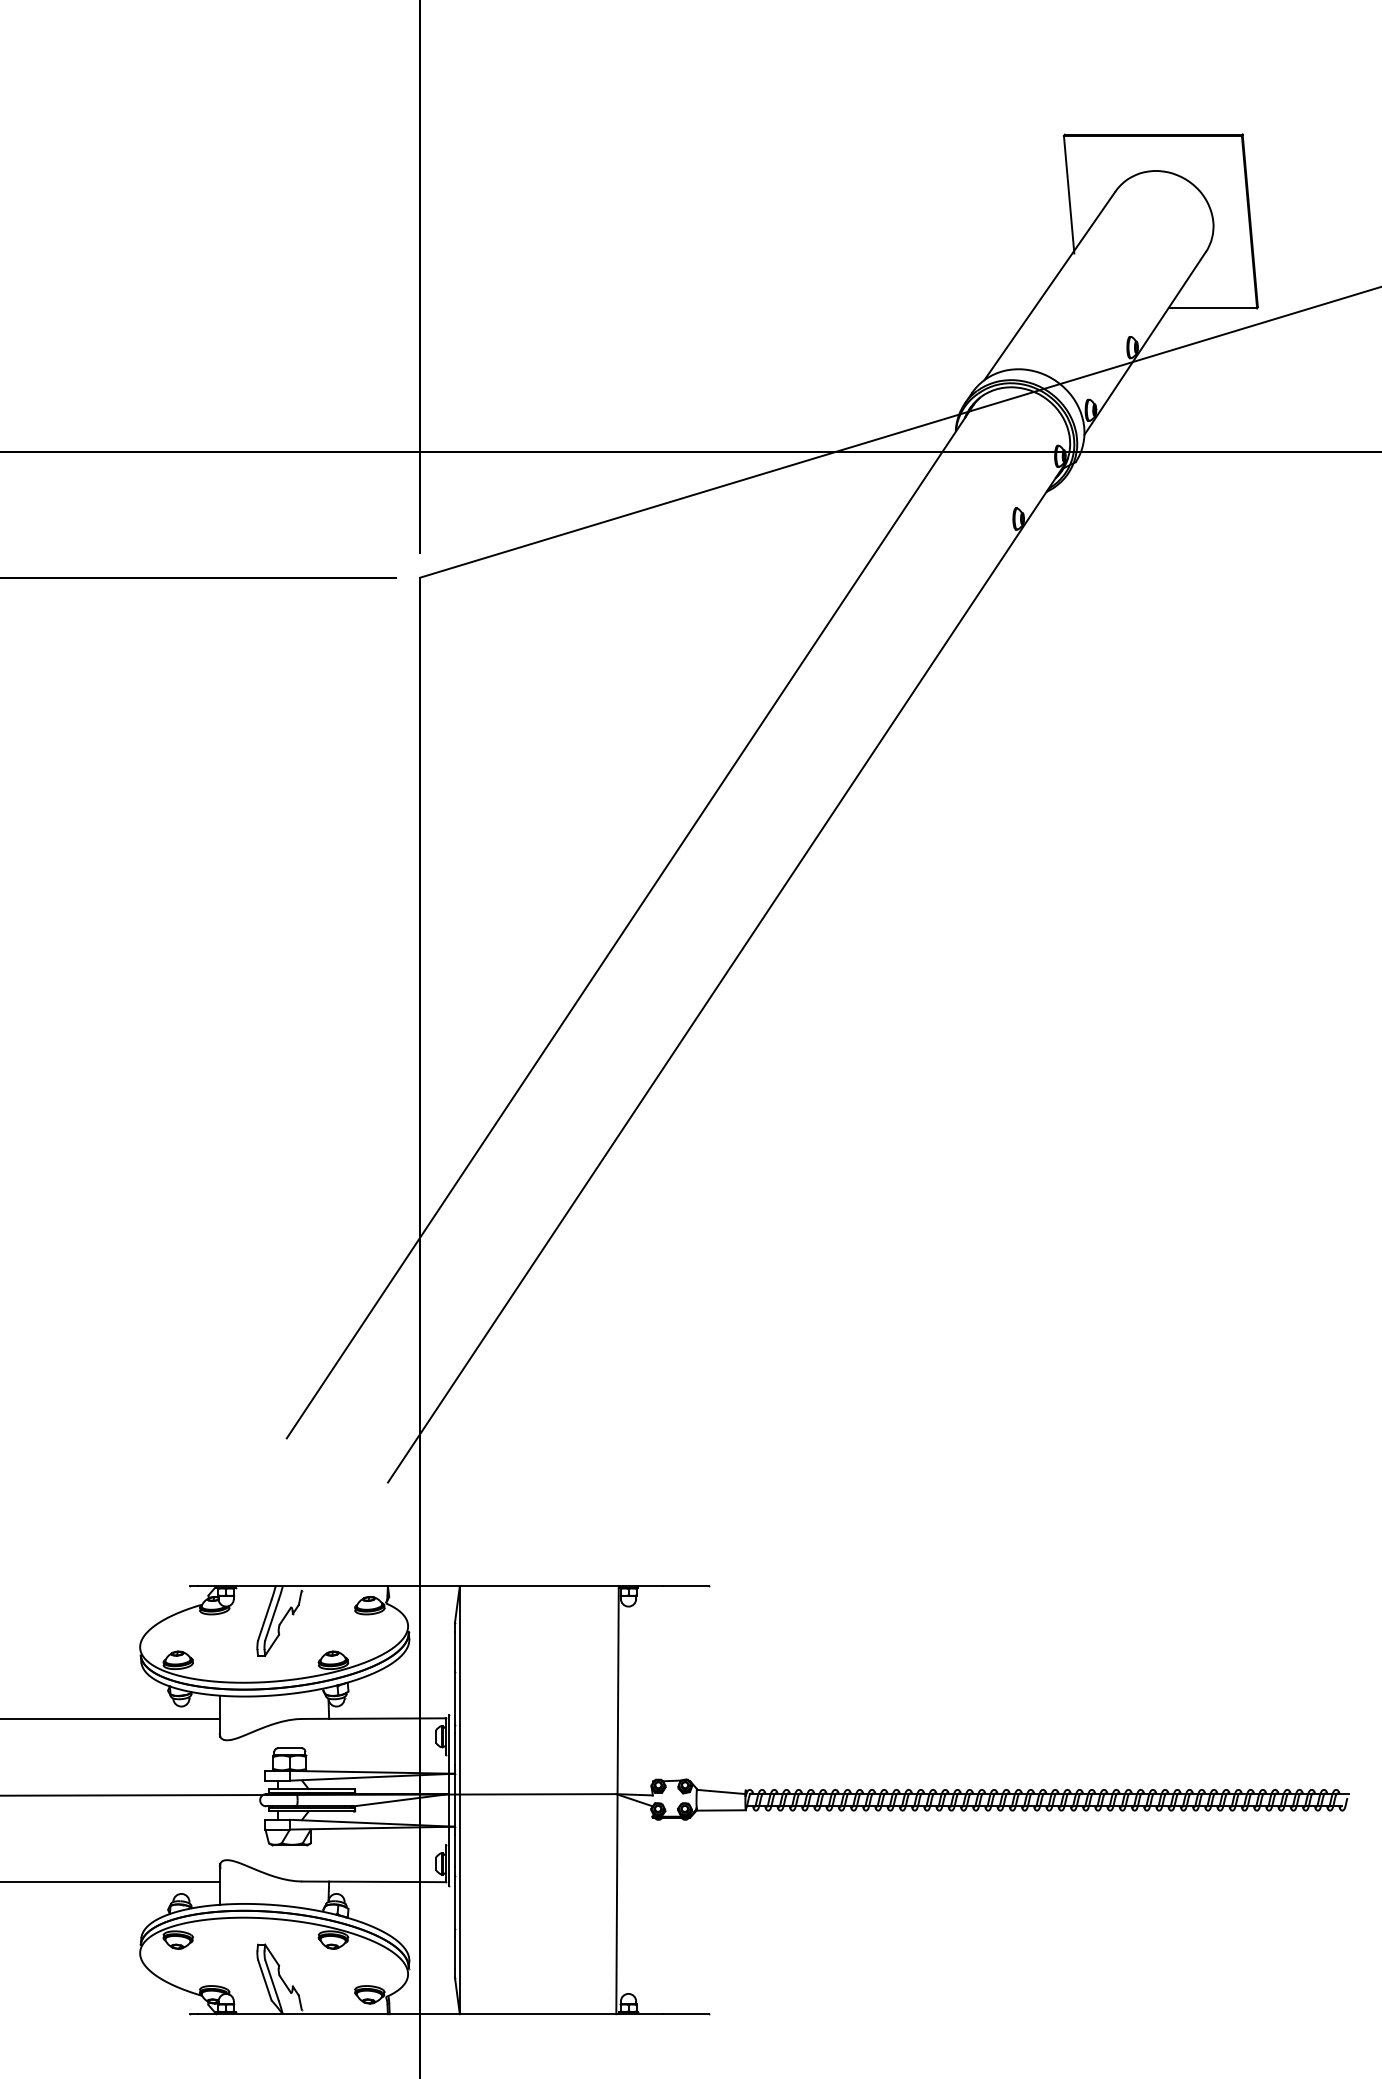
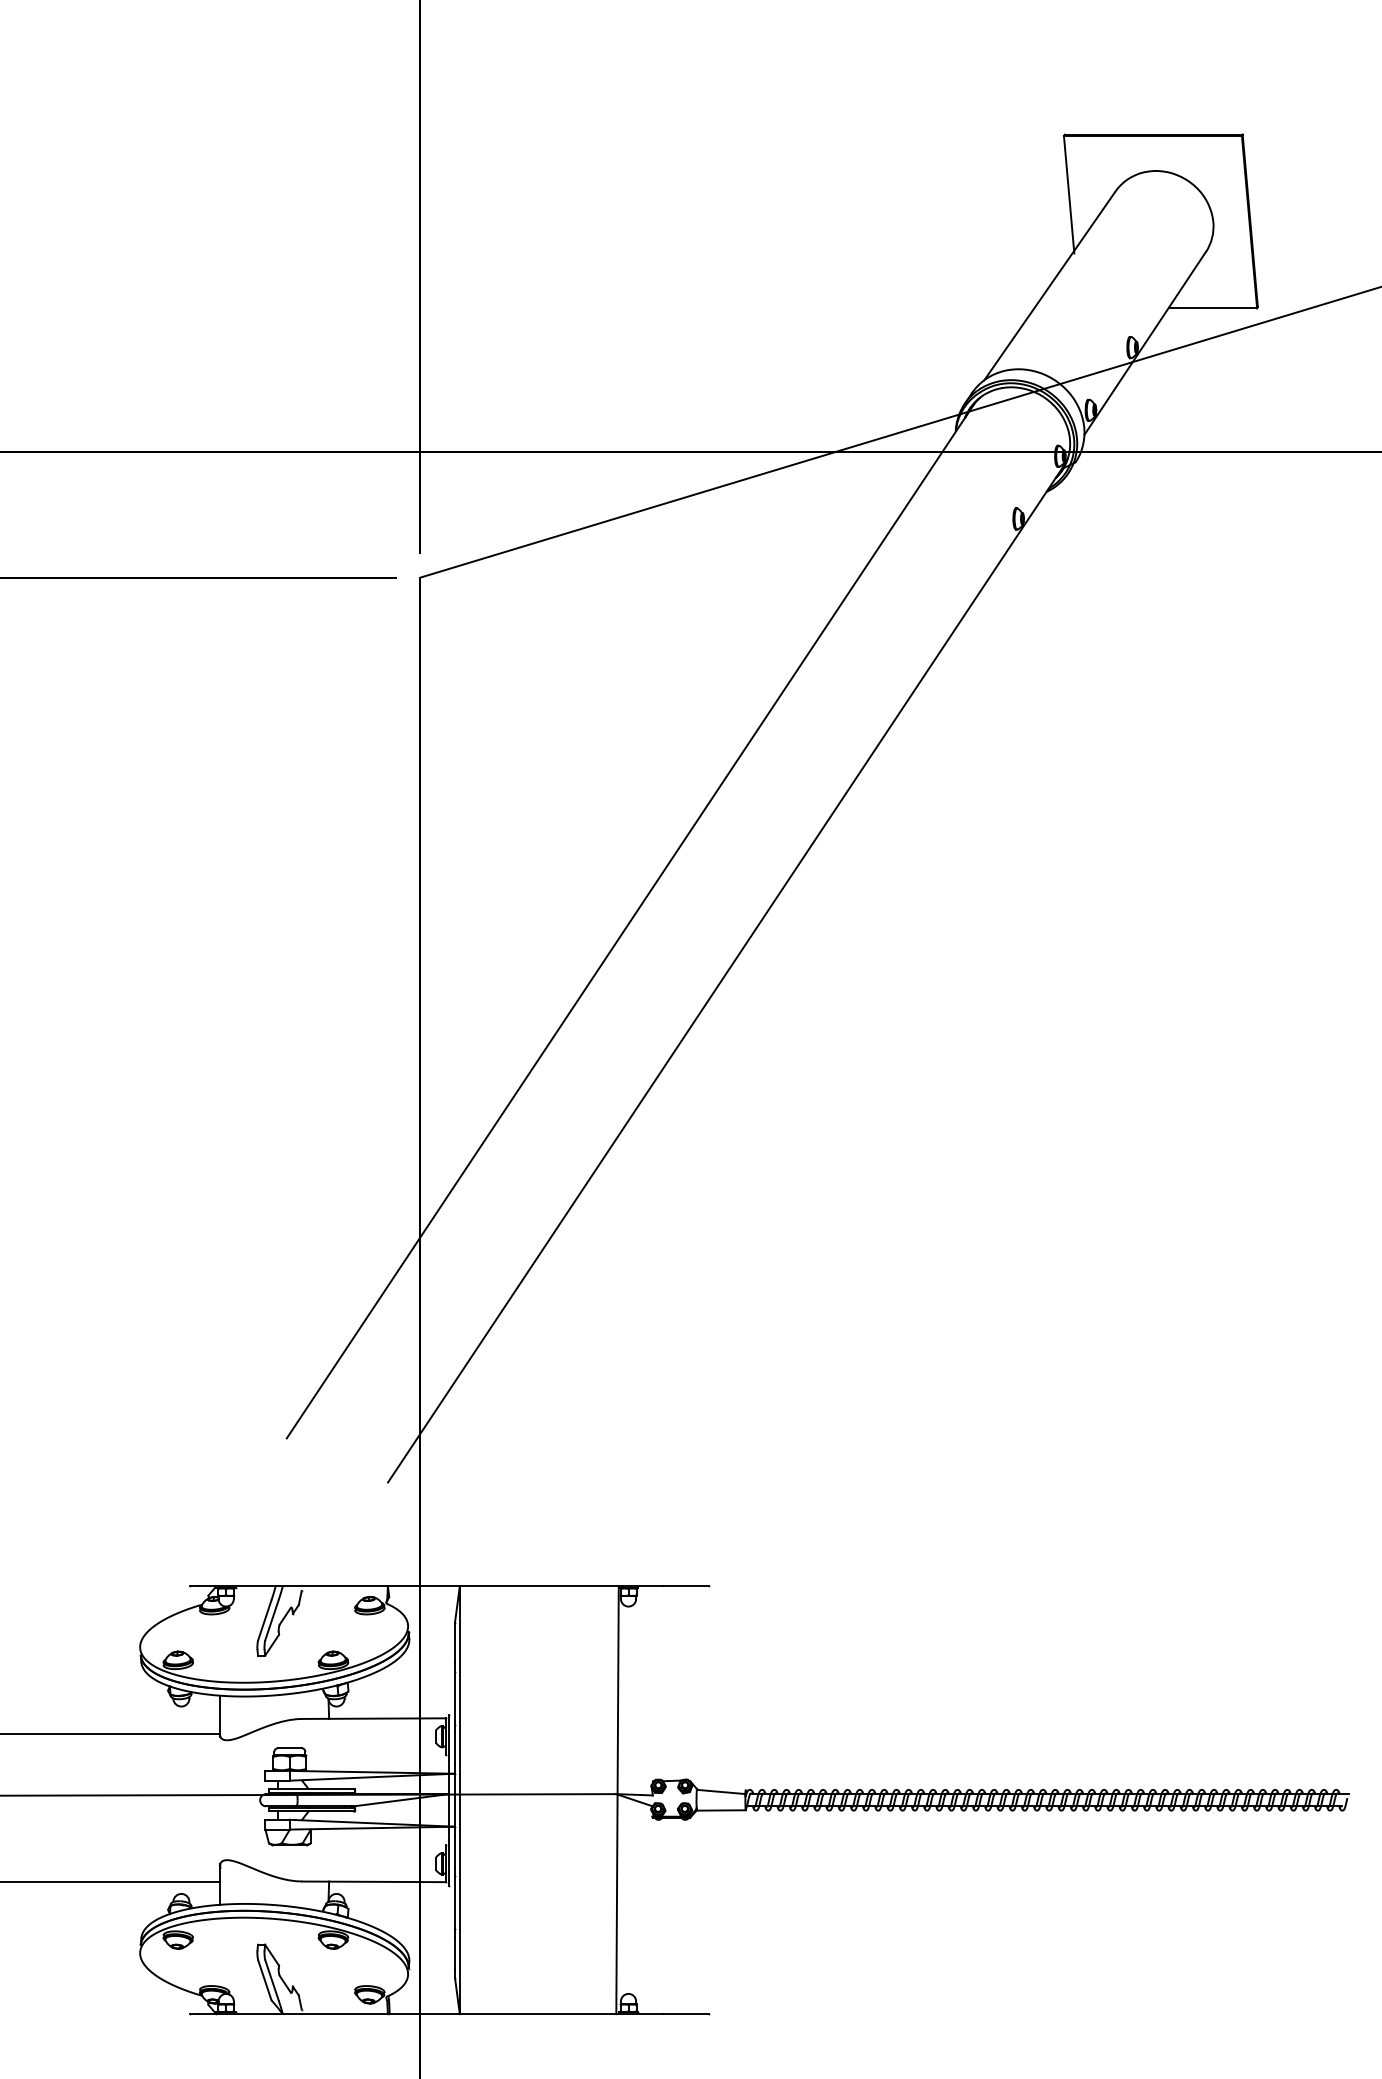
line at (111, 1718) position: (111, 1718) -> (111, 1733)
